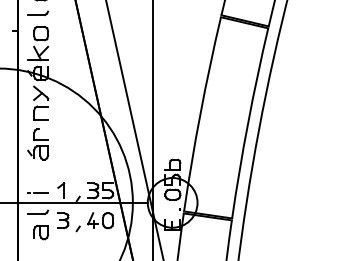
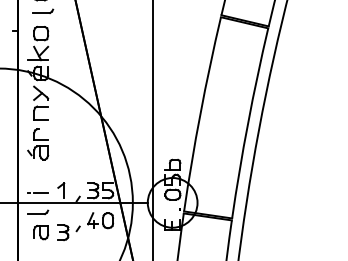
part at (38, 12) position: (38, 12) -> (43, 10)
line at (134, 129): present -> none
part at (63, 220) position: (63, 220) -> (63, 232)
